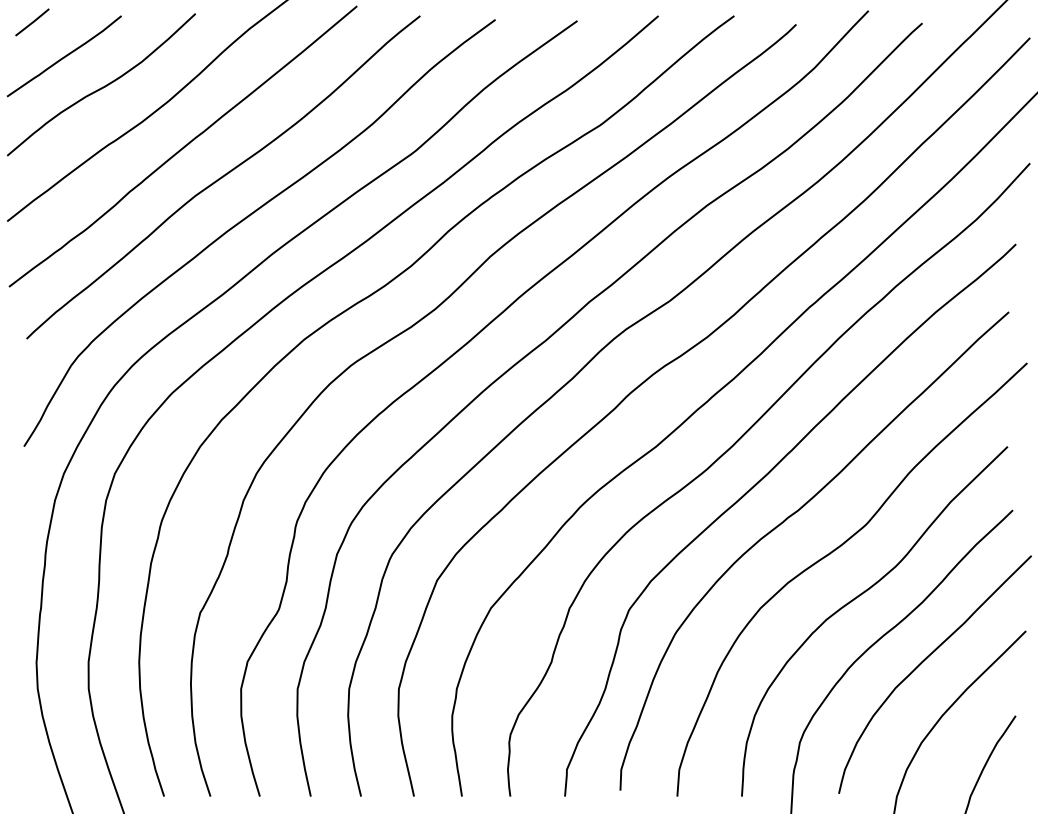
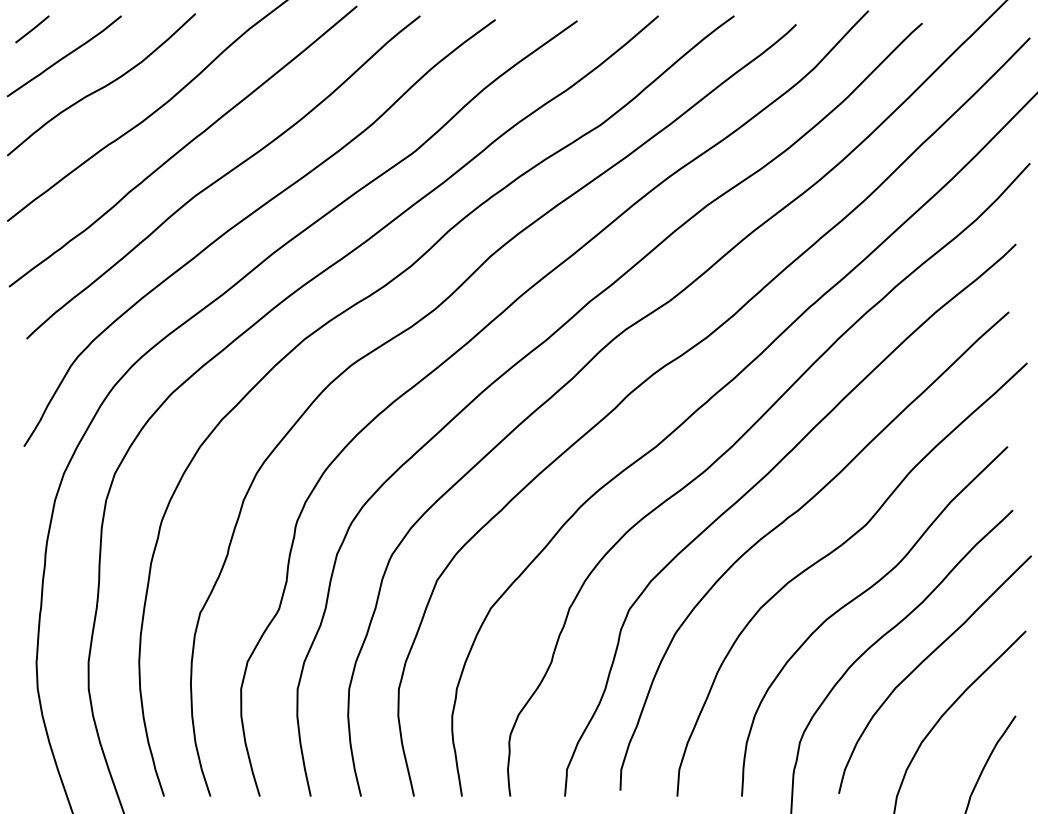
line at (32, 22) position: (32, 22) -> (32, 29)
